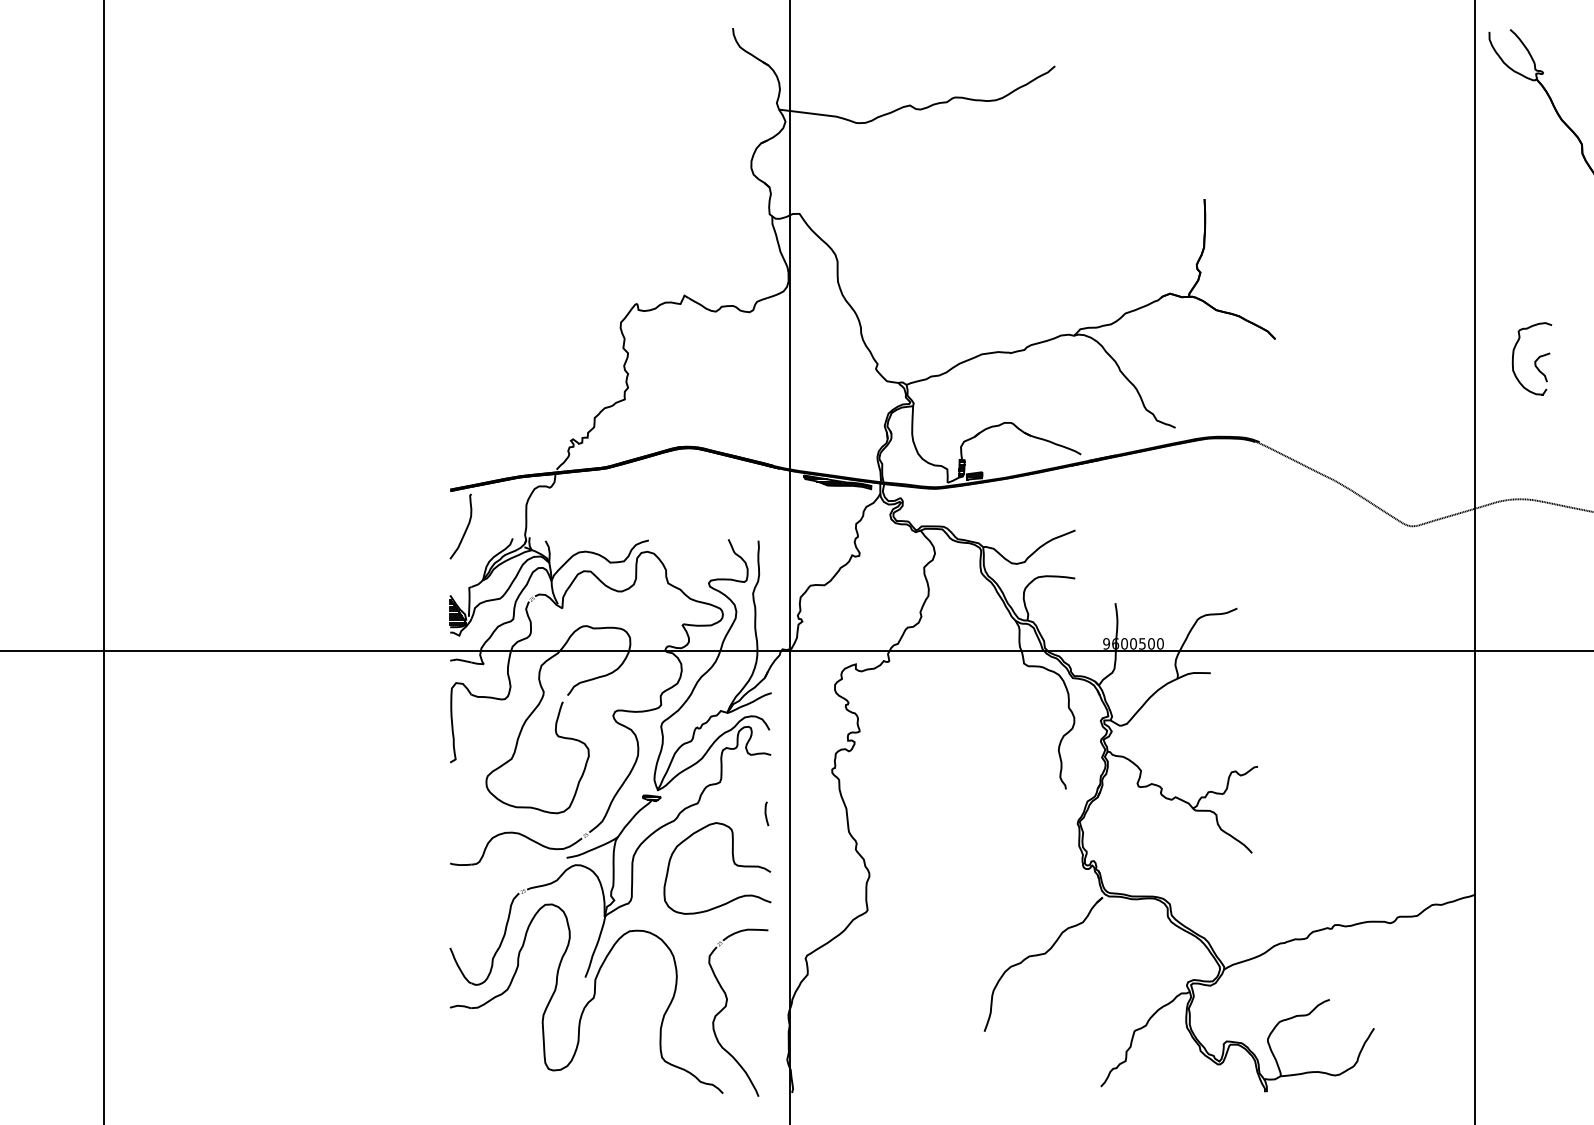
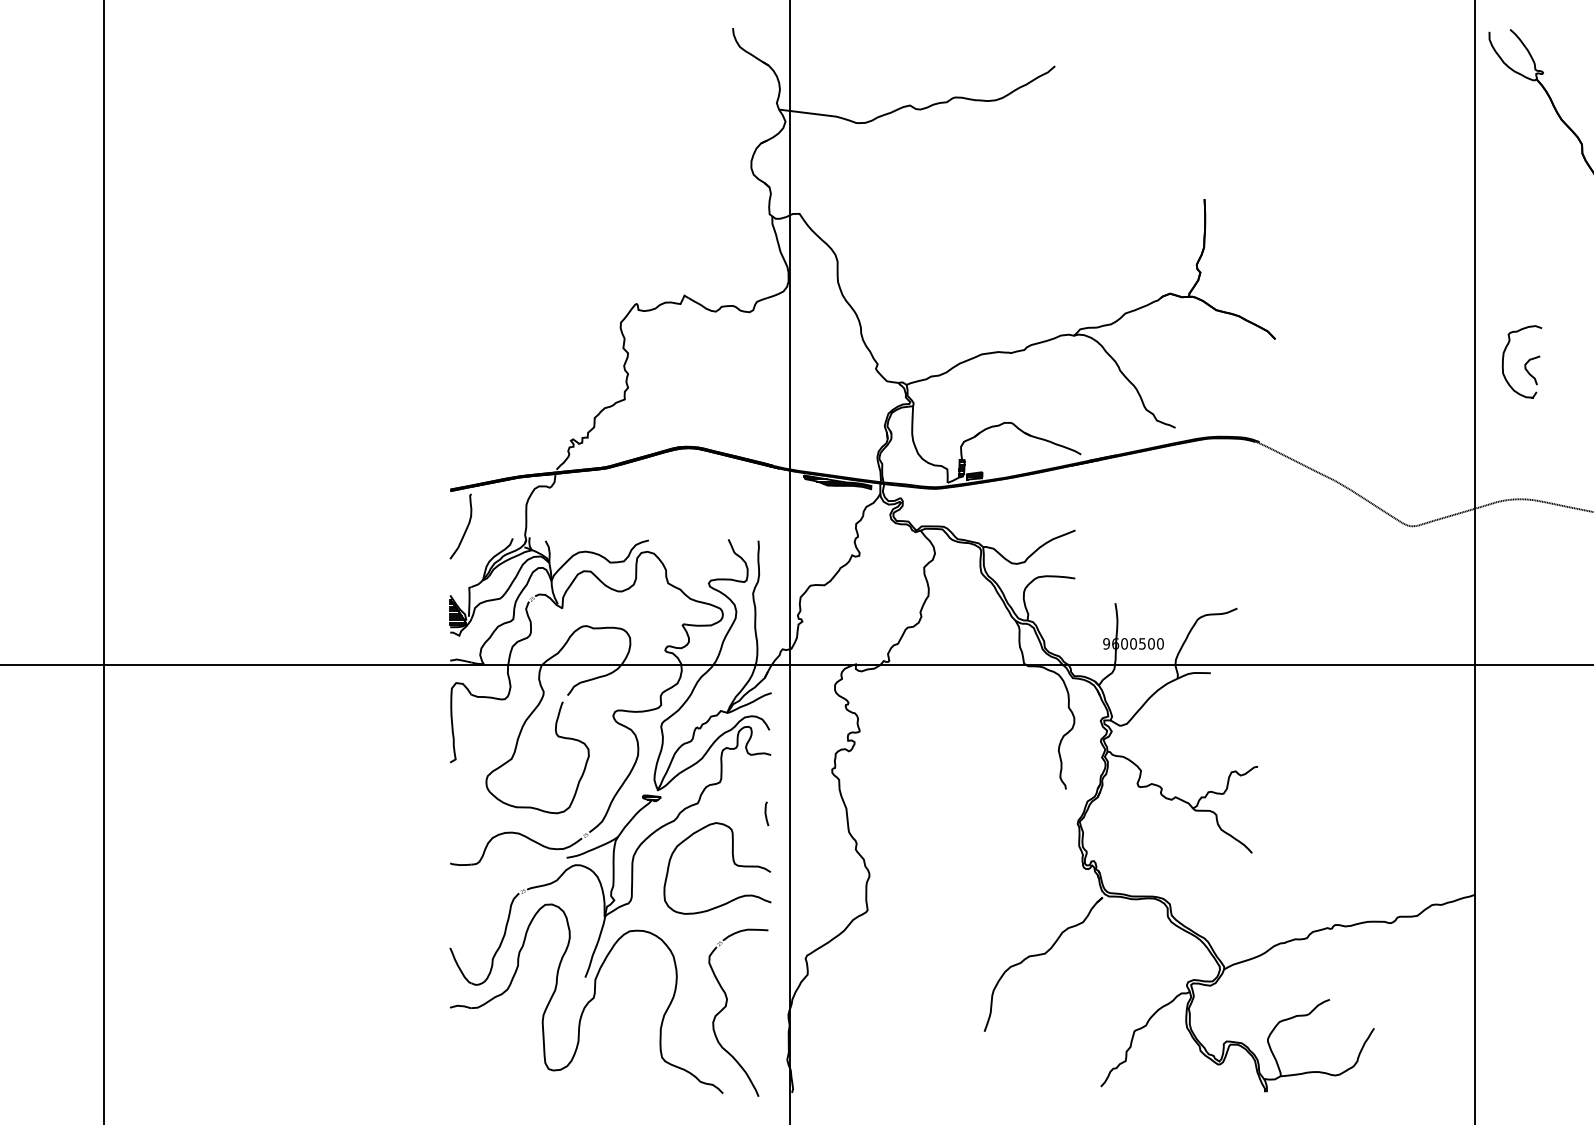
part at (1531, 358) position: (1531, 358) -> (1521, 361)
line at (796, 651) position: (796, 651) -> (796, 665)
